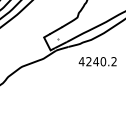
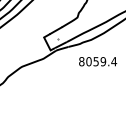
text at (97, 61): 4240.2 -> 8059.4
